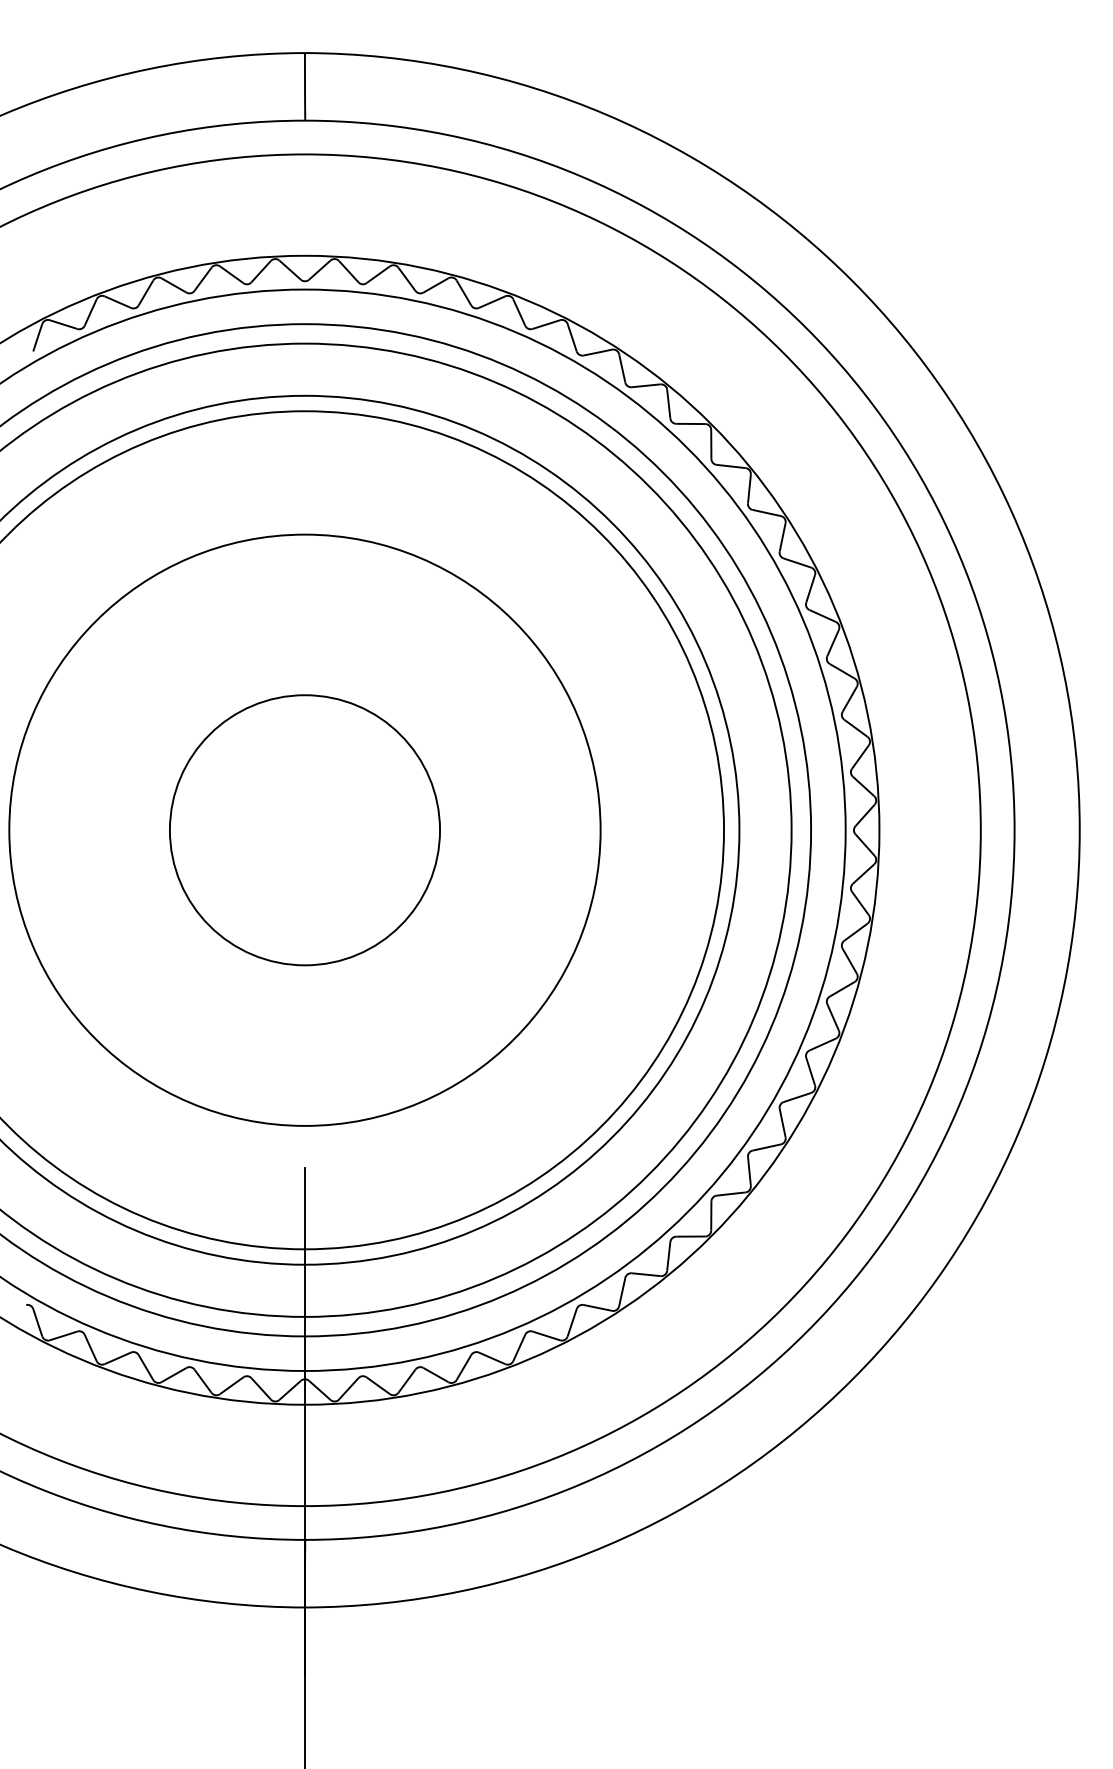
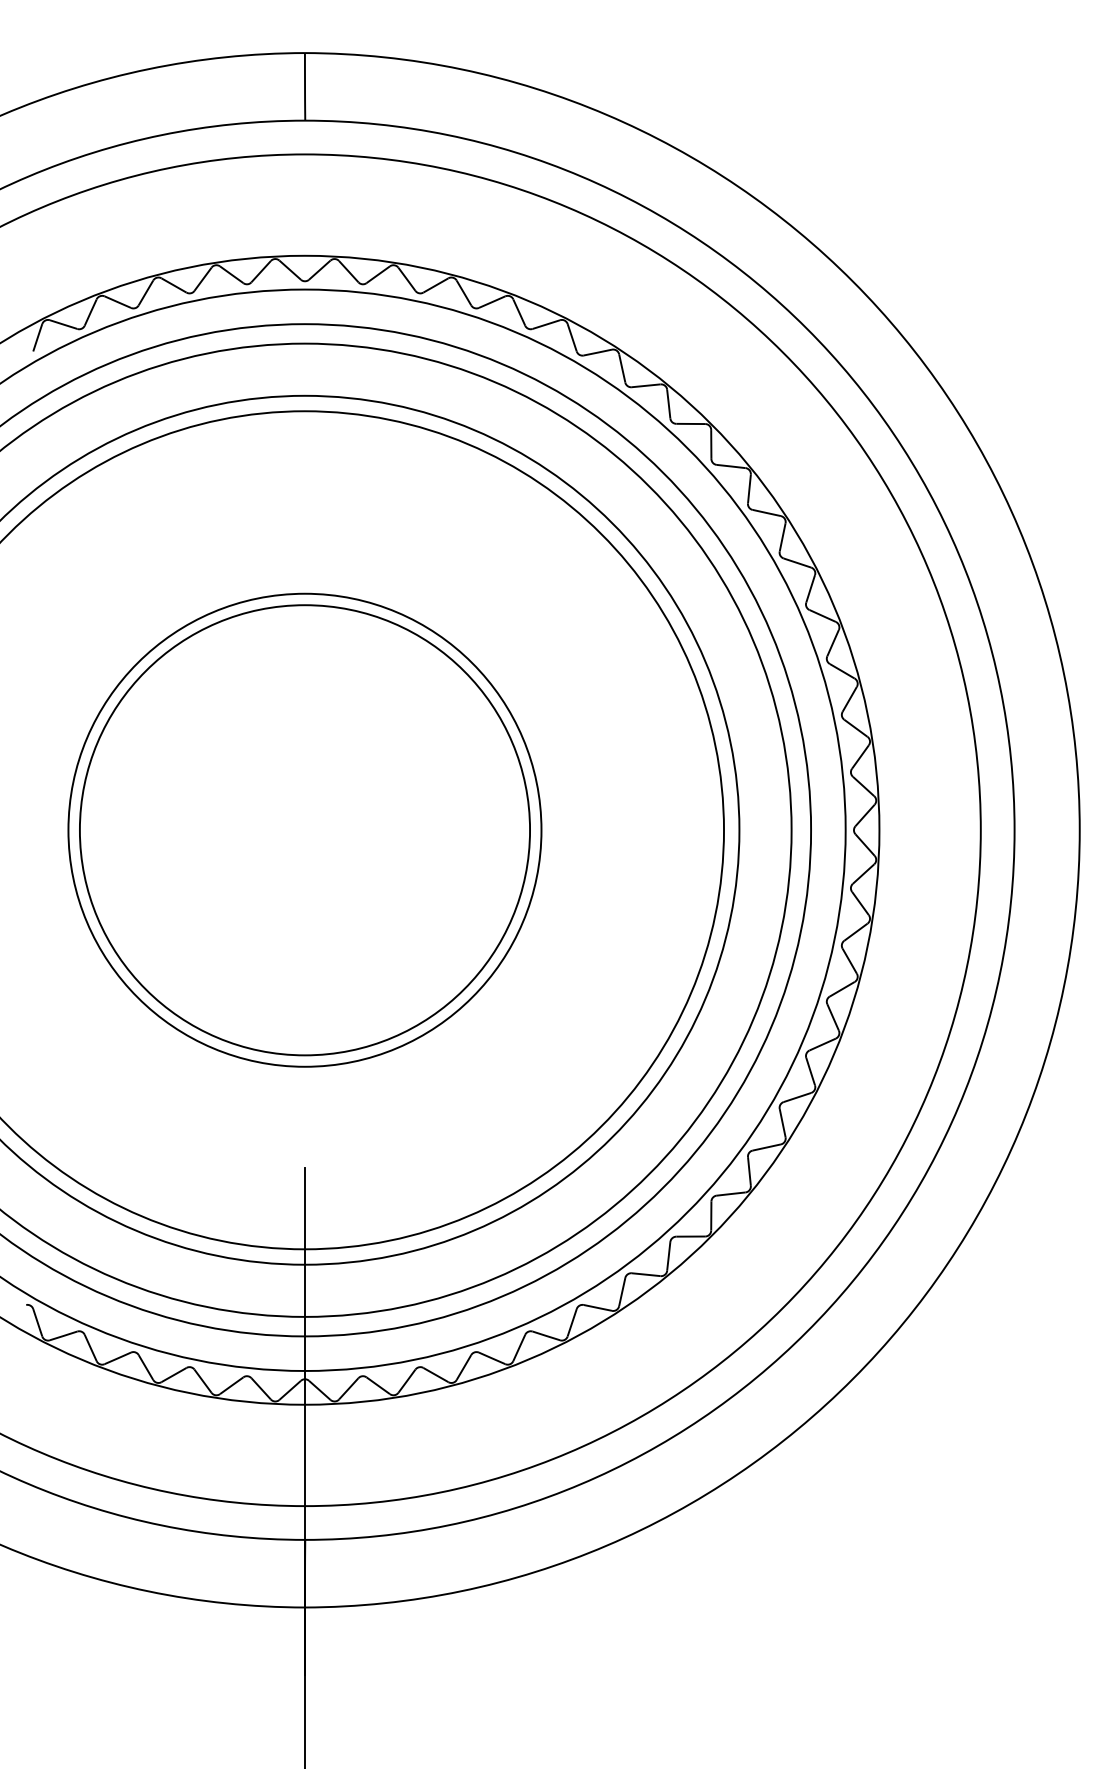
circle at (304, 829) diameter: 591 px -> 473 px
circle at (304, 830) diameter: 270 px -> 450 px
